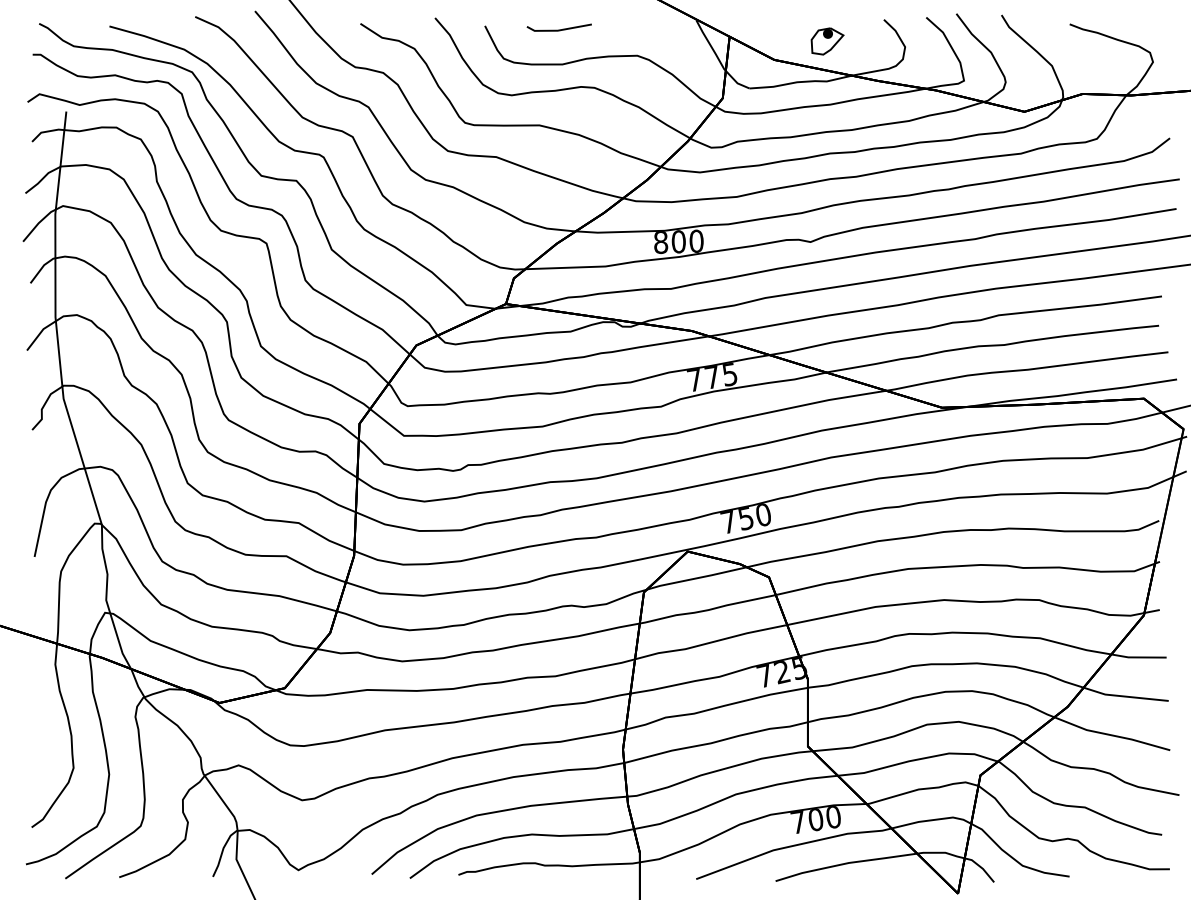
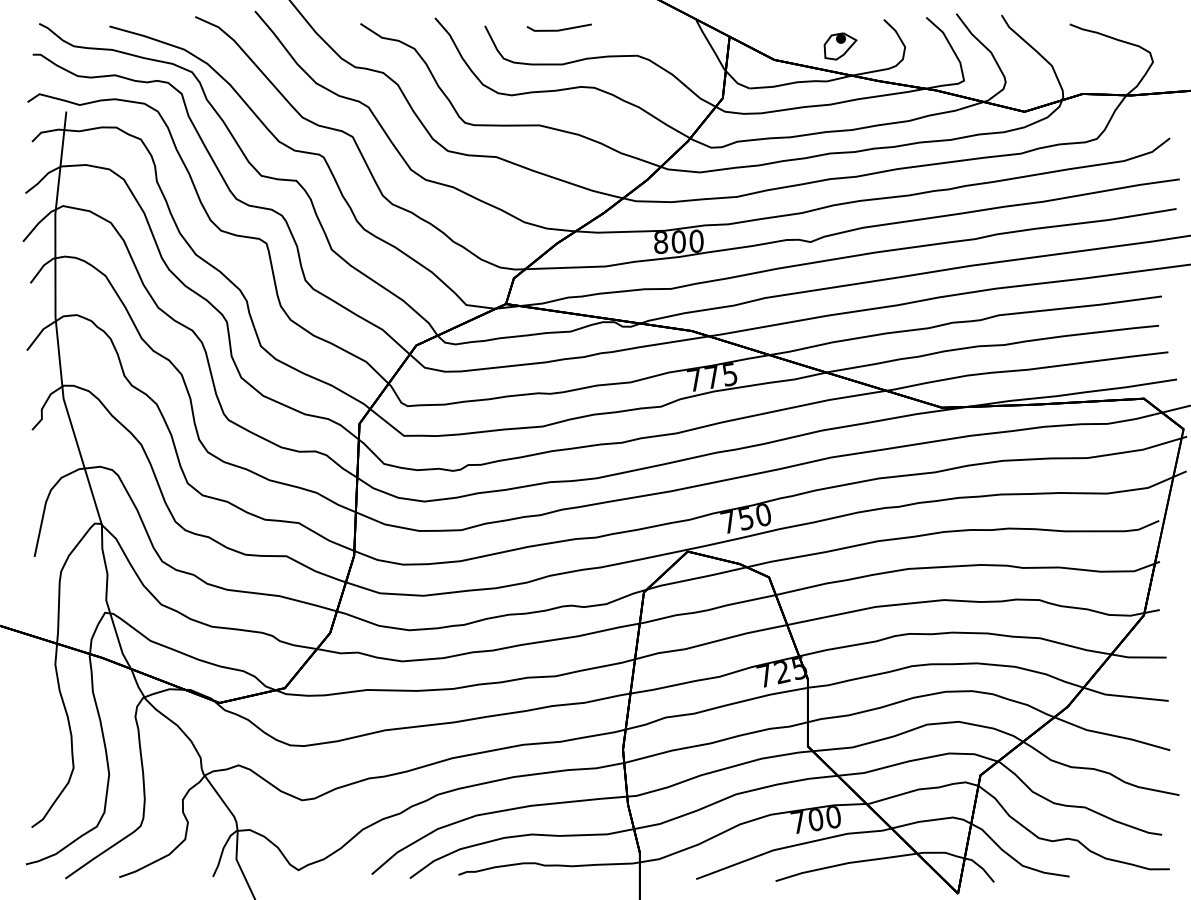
part at (827, 41) position: (827, 41) -> (840, 46)
